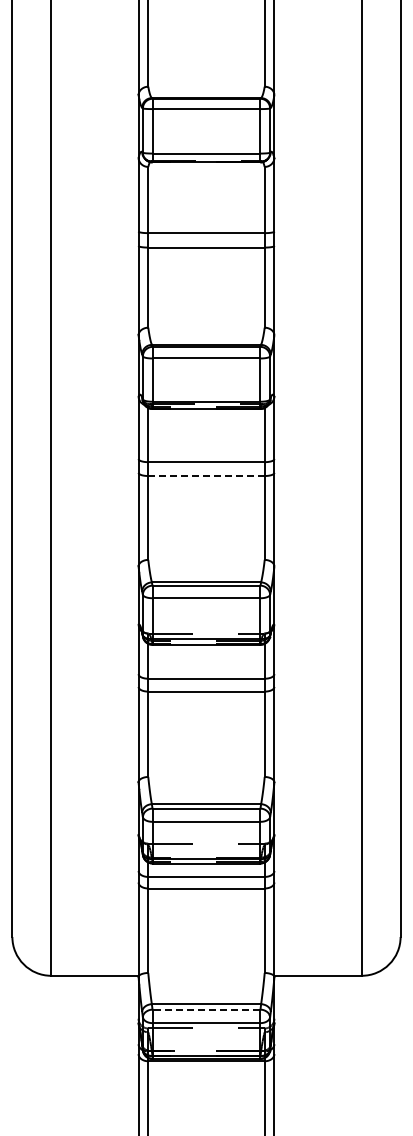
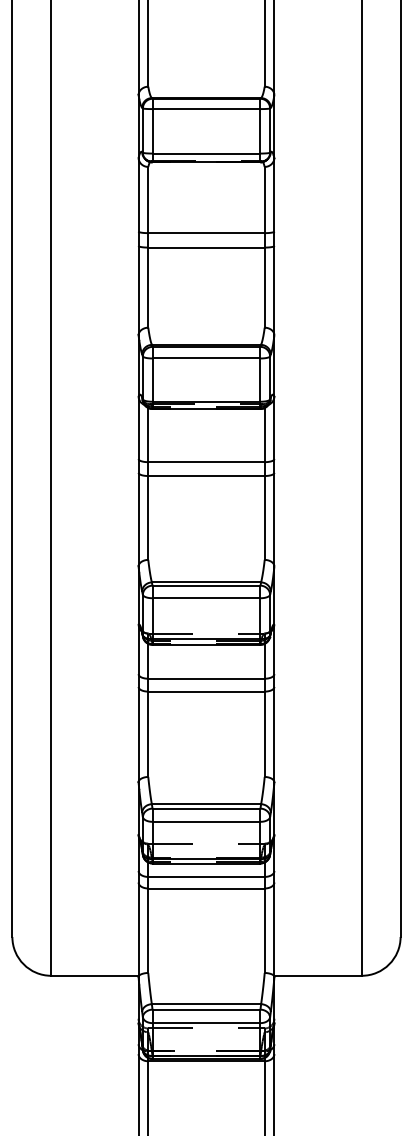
line at (206, 476): dashed -> solid
line at (206, 1009): dashed -> solid
